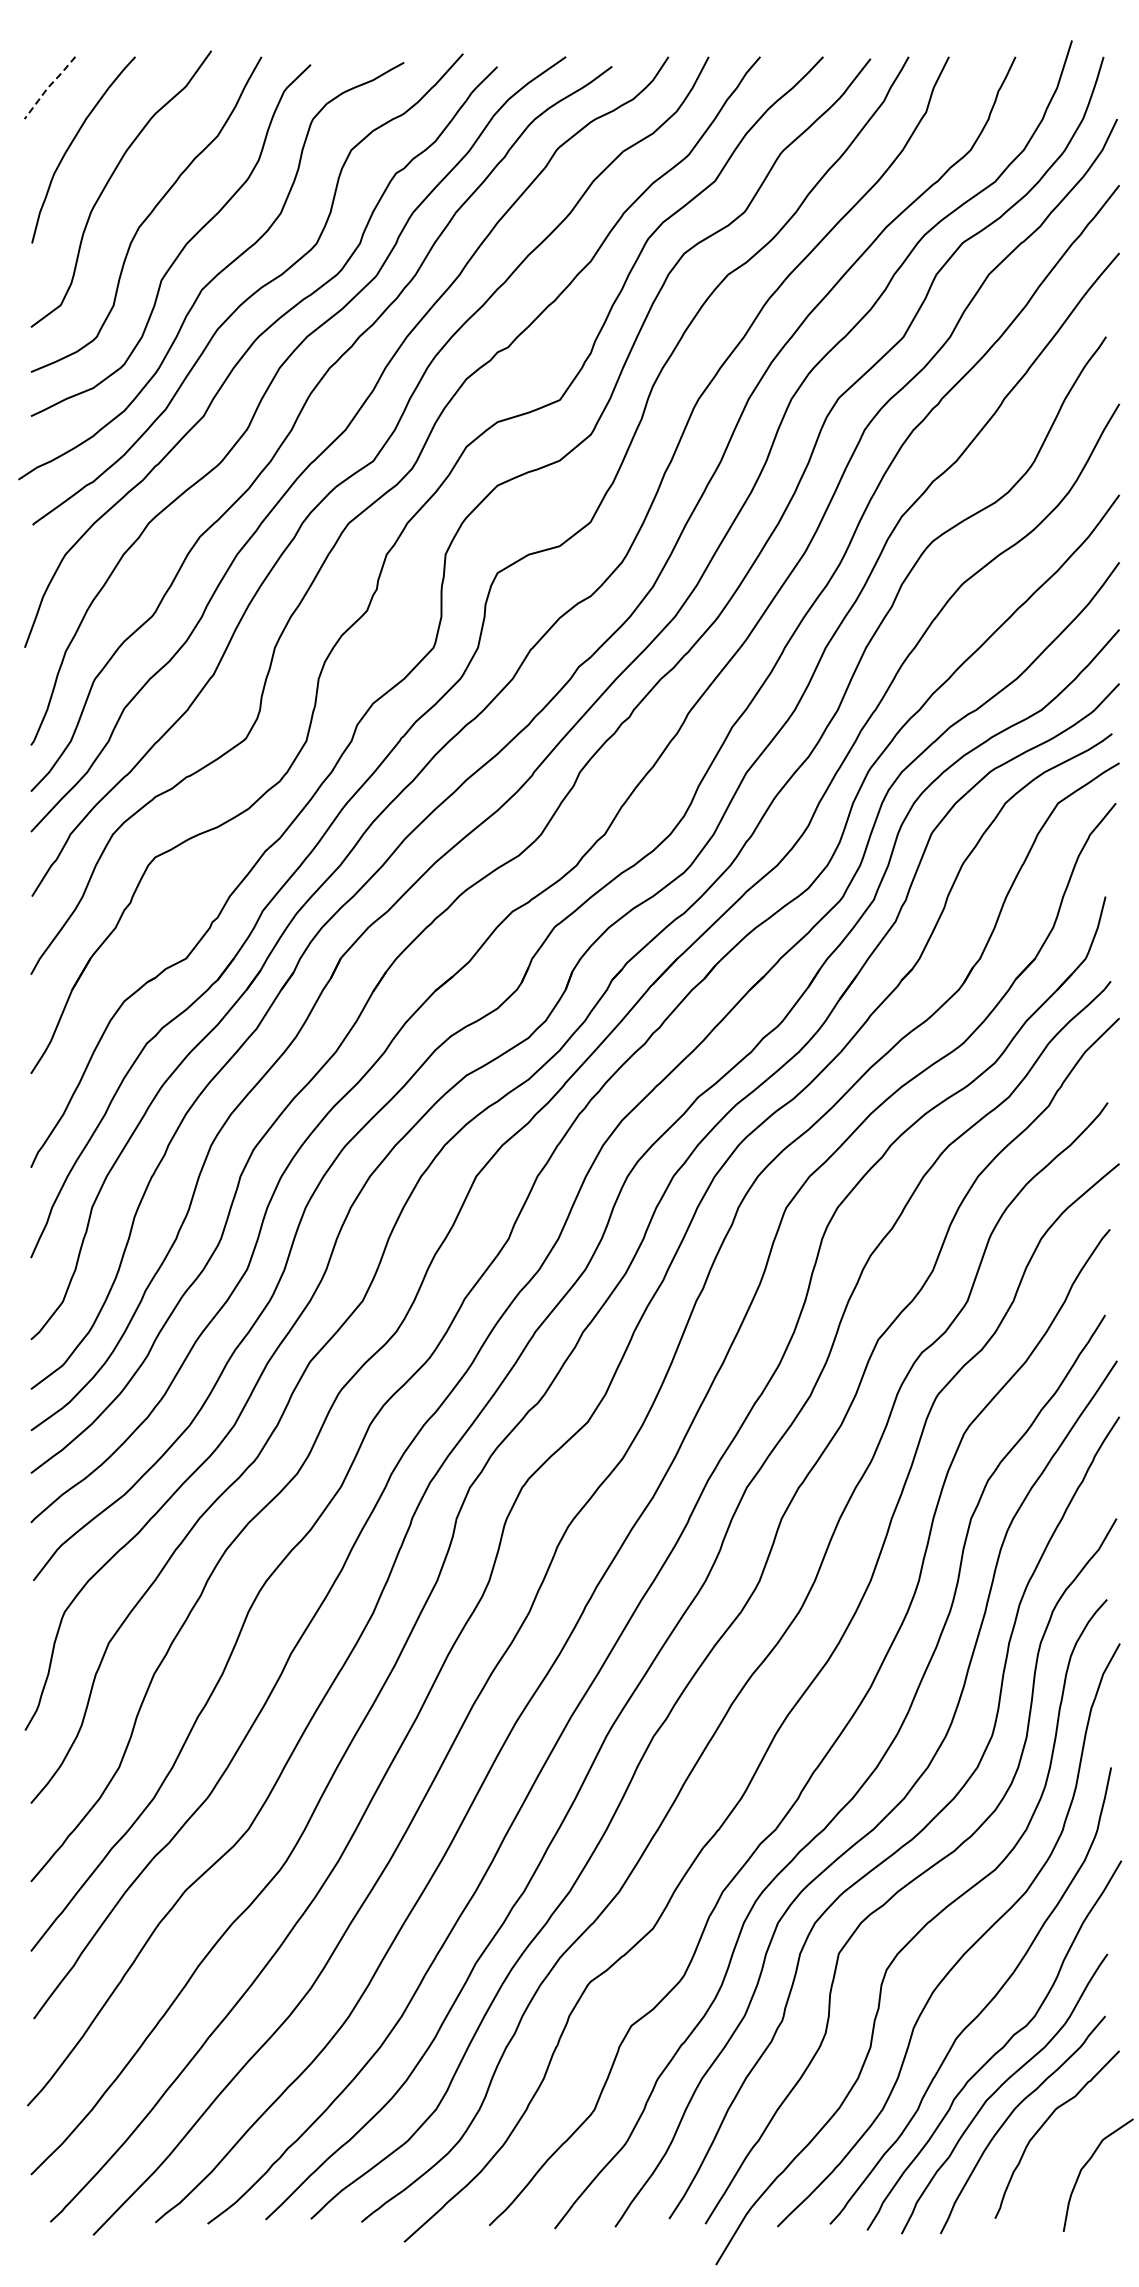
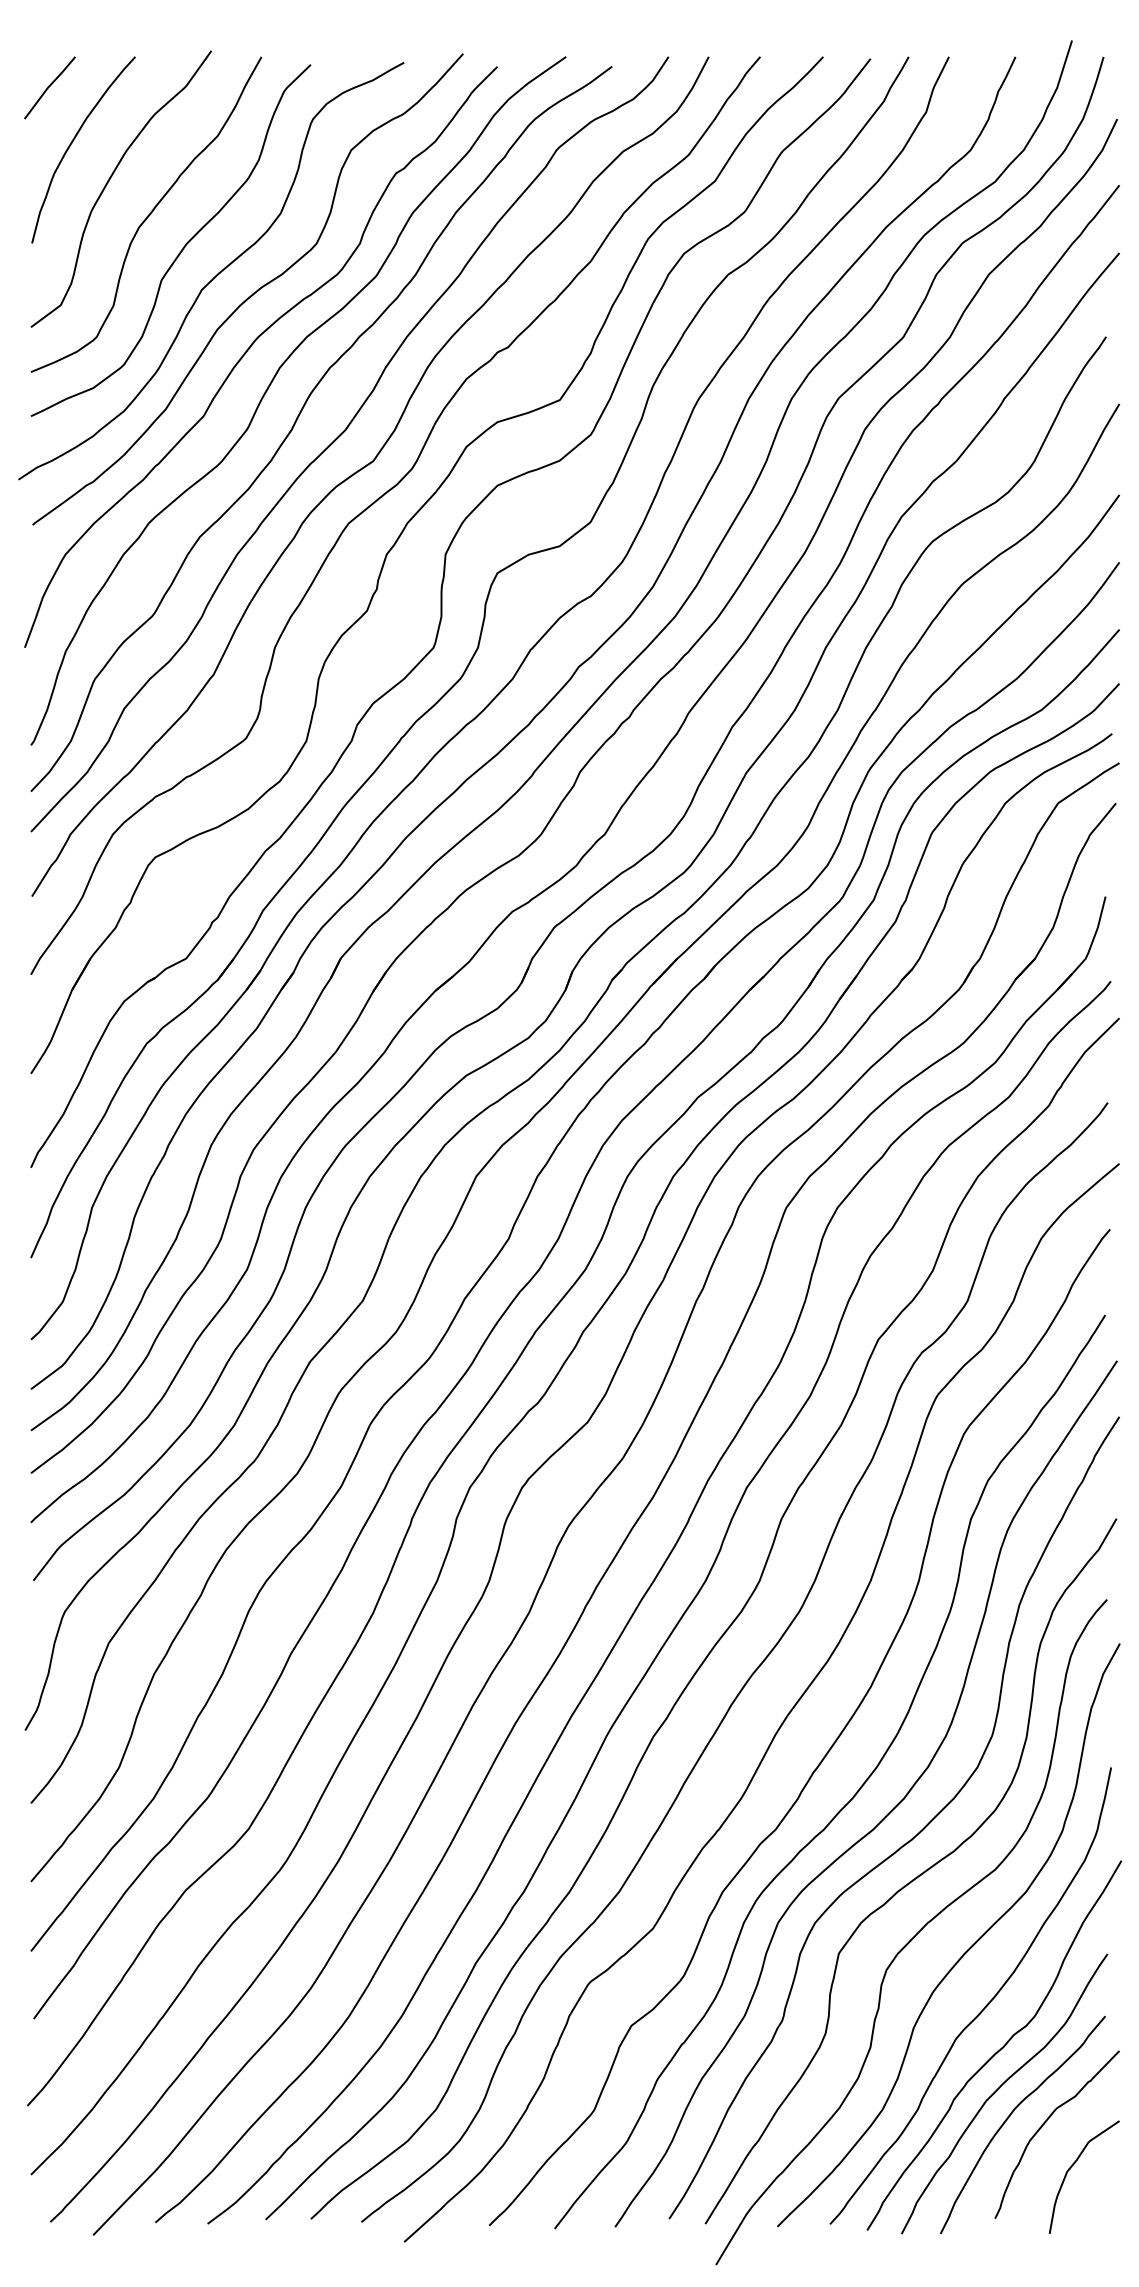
line at (48, 87): dashed -> solid
curve at (1085, 2166) position: (1085, 2166) -> (1071, 2168)
